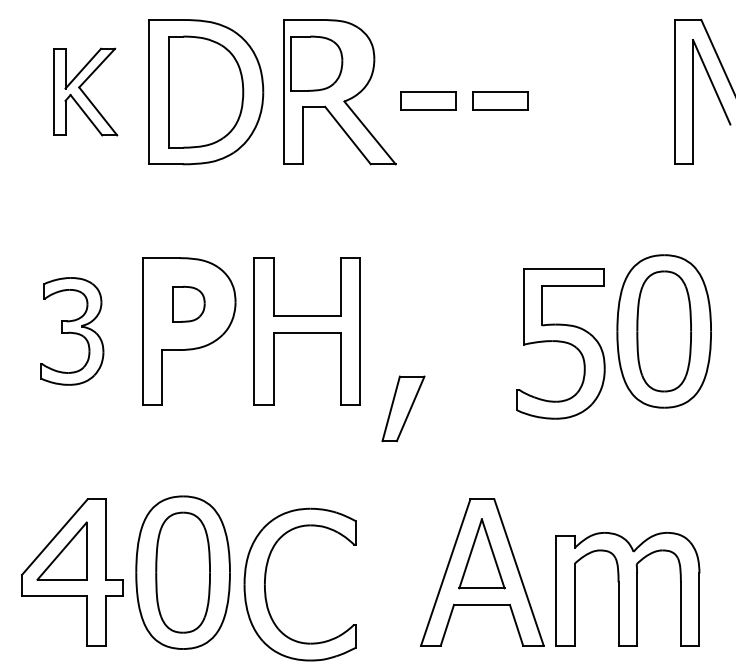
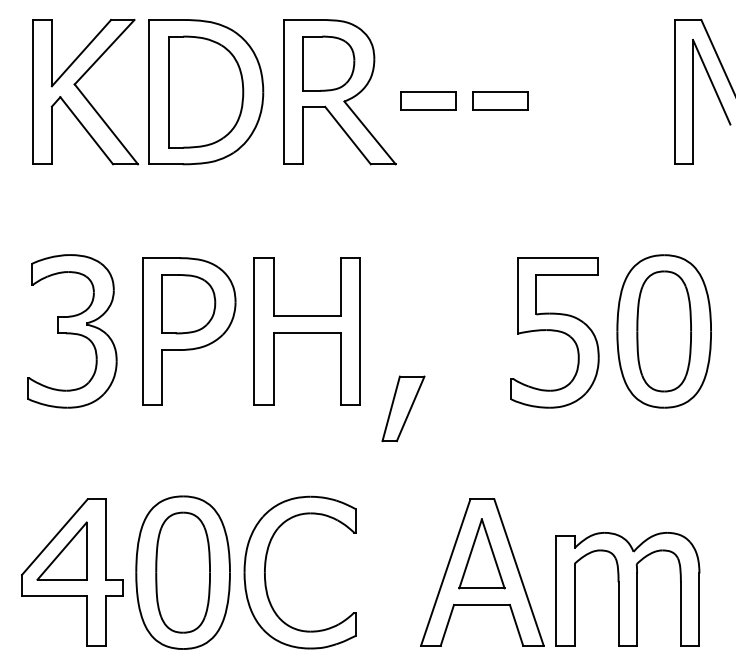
part at (316, 63) position: (316, 63) -> (328, 63)
part at (85, 91) size: 66x90 px -> 108x148 px
part at (188, 303) size: 34x38 px -> 56x61 px
part at (72, 331) size: 65x109 px -> 91x155 px
part at (560, 343) position: (560, 343) -> (554, 332)
part at (266, 577) position: (266, 577) -> (266, 565)
